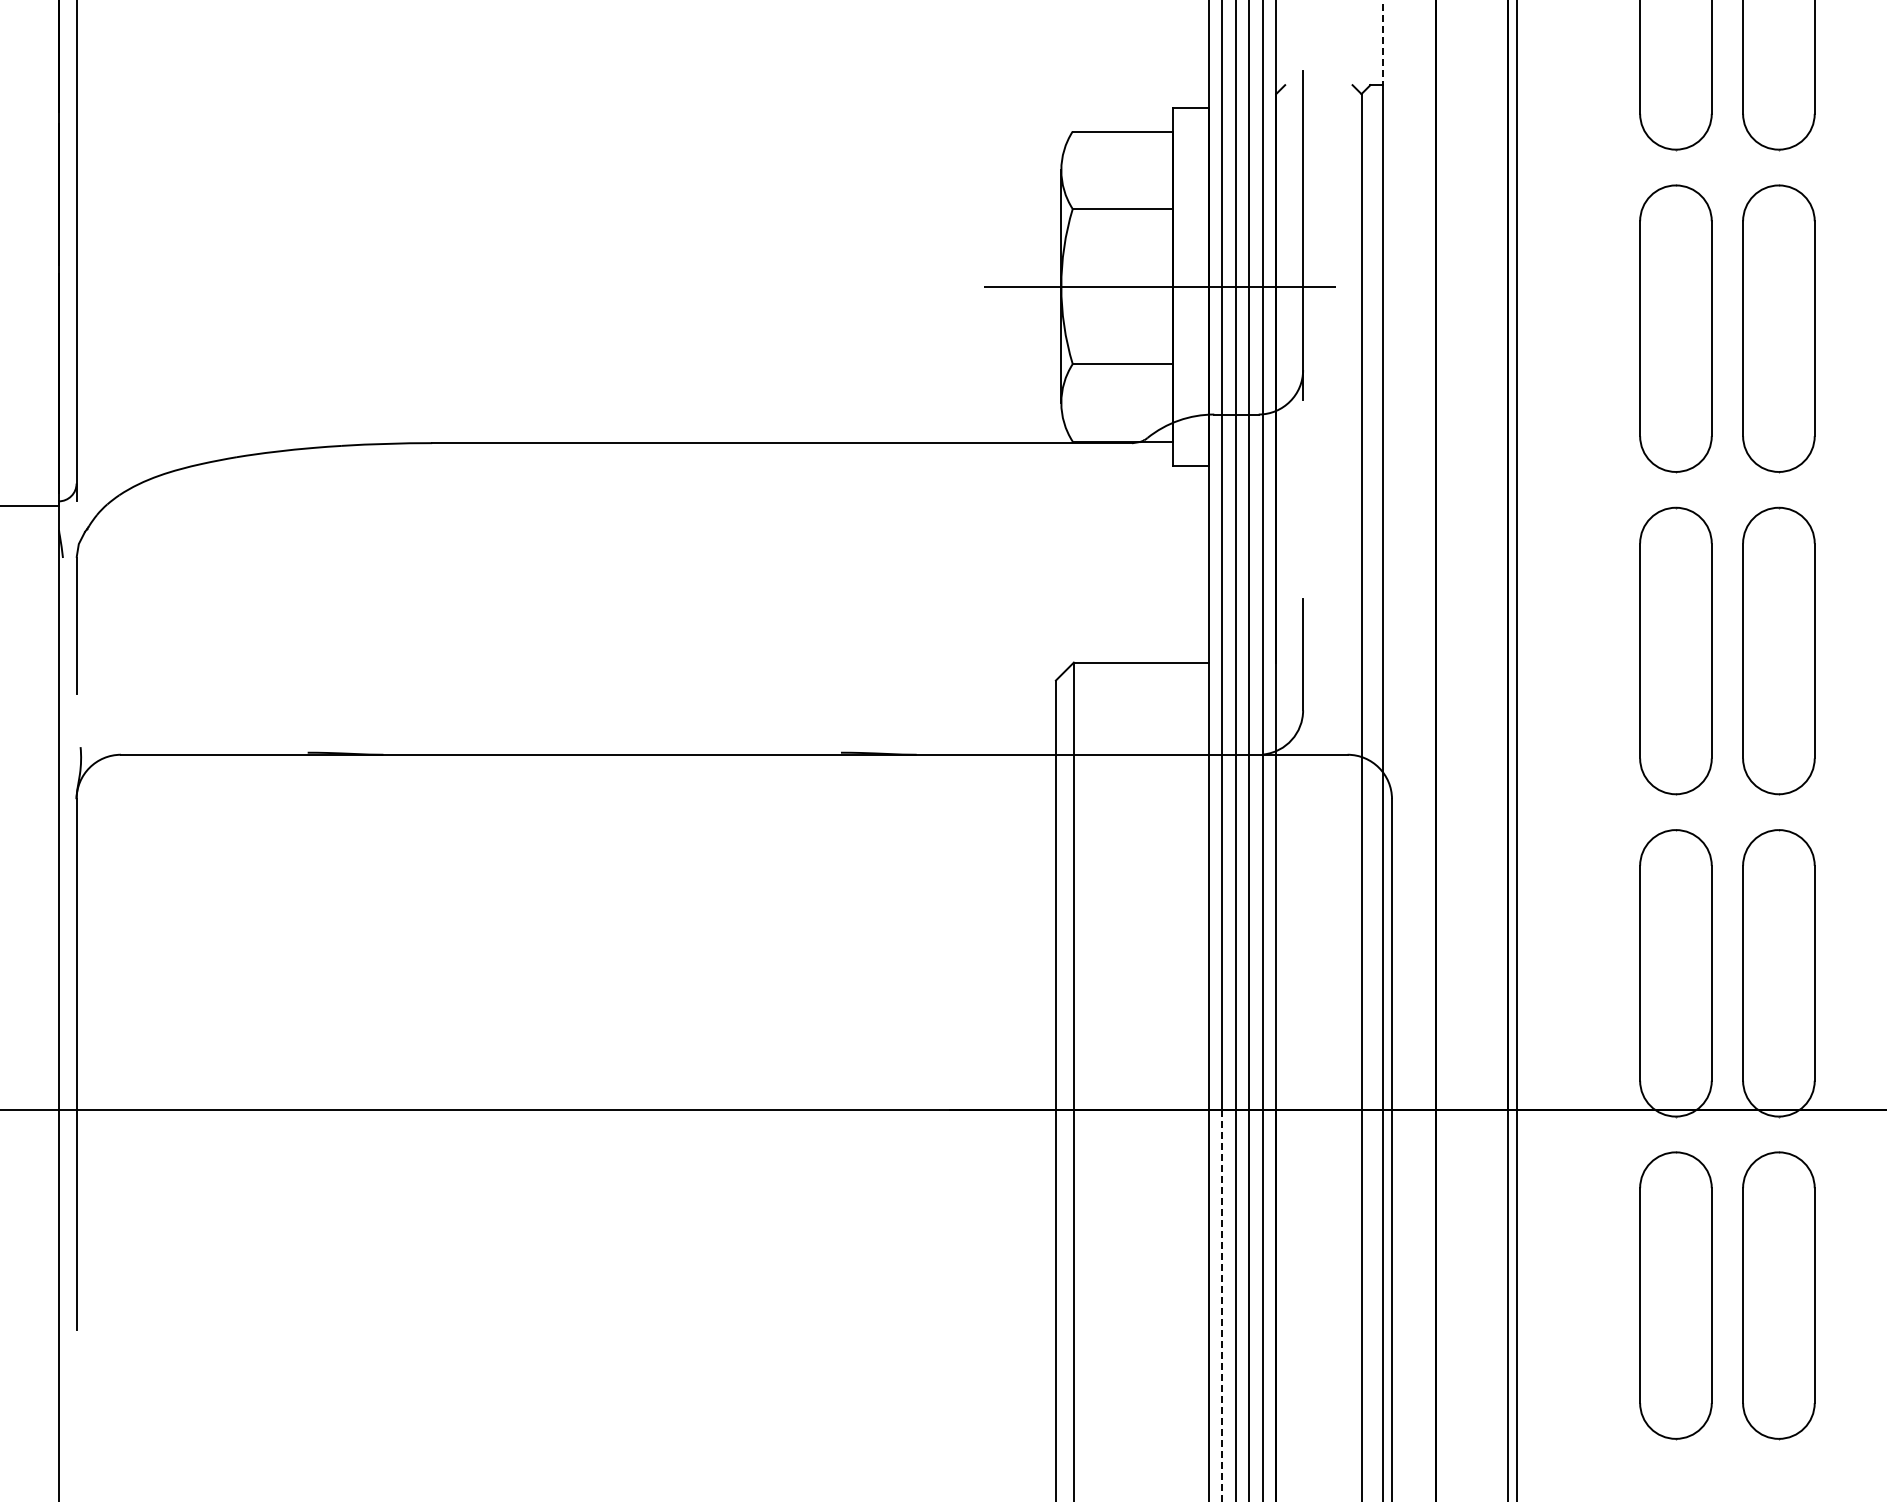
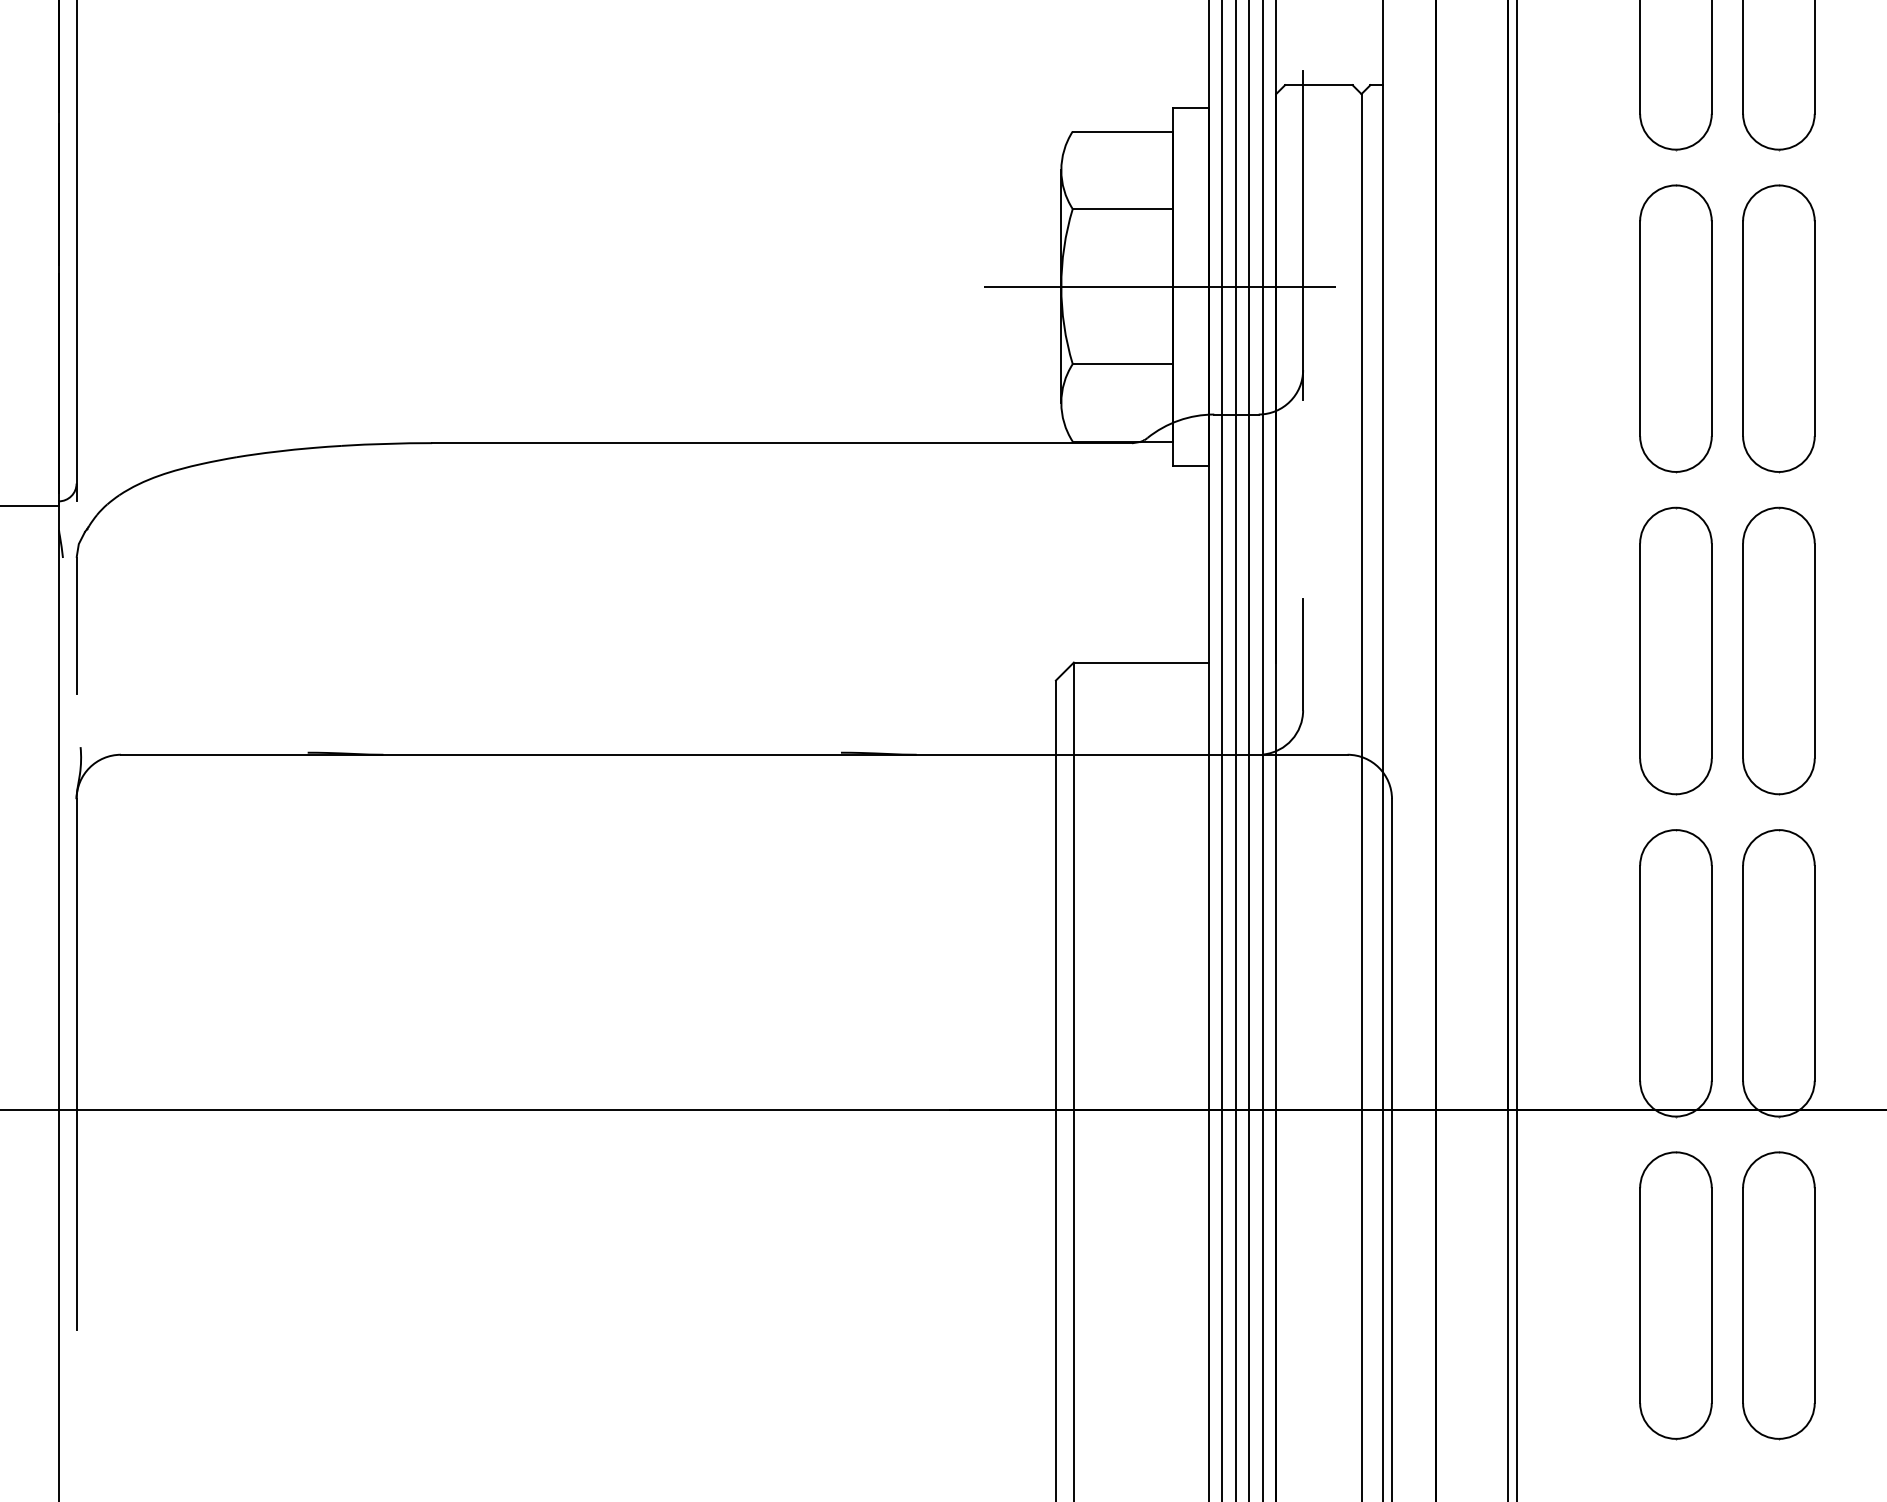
line at (1382, 43): dashed -> solid
line at (1318, 85): none -> present
line at (1222, 1306): dashed -> solid
